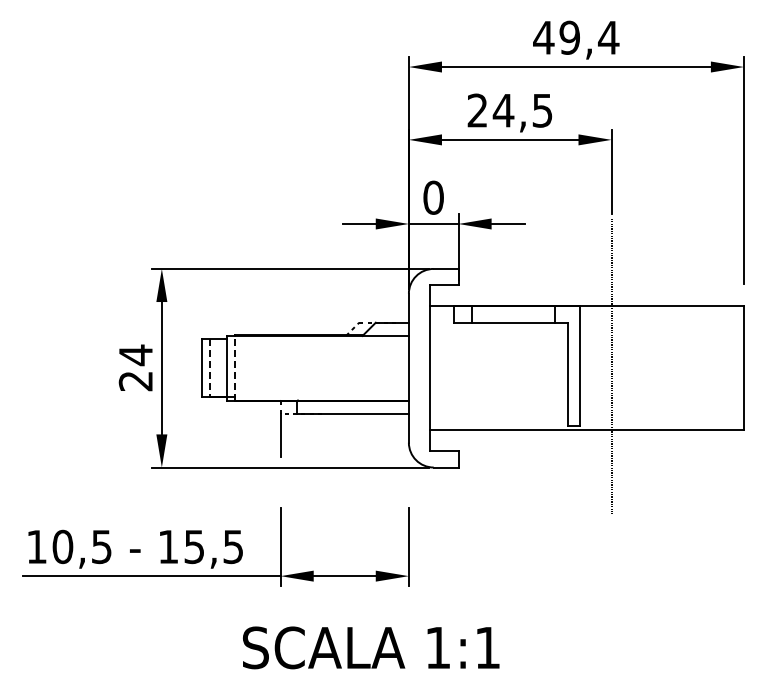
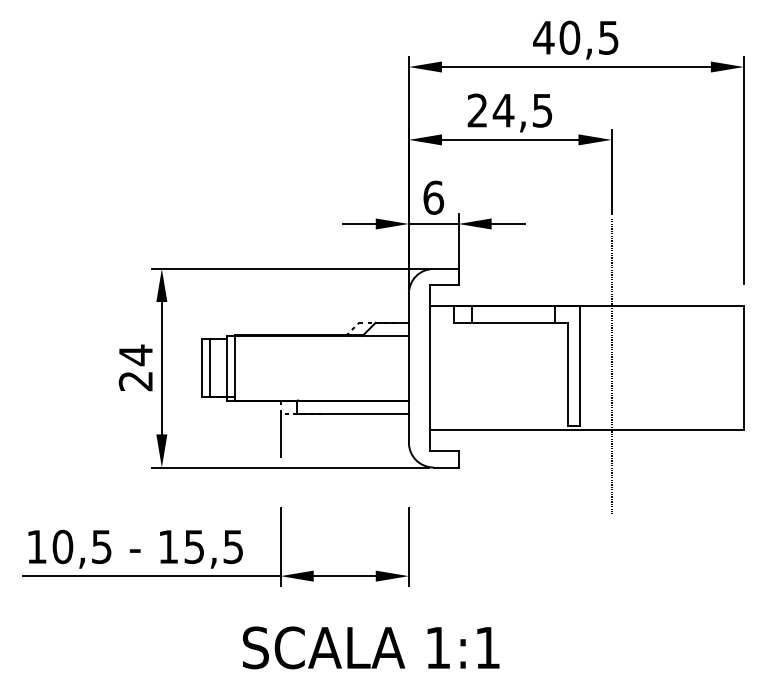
text at (589, 37): 49,4 -> 40,5
text at (433, 197): 0 -> 6
line at (235, 367): dashed -> solid
line at (210, 368): dashed -> solid
